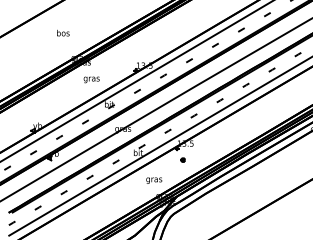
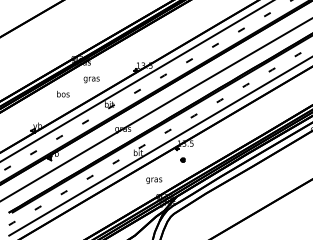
text at (63, 32) position: (63, 32) -> (63, 93)
